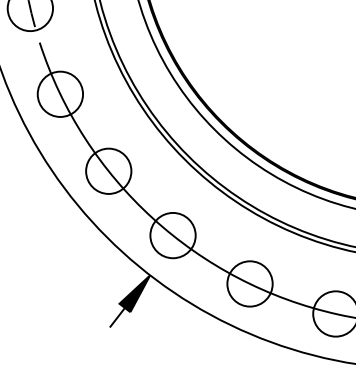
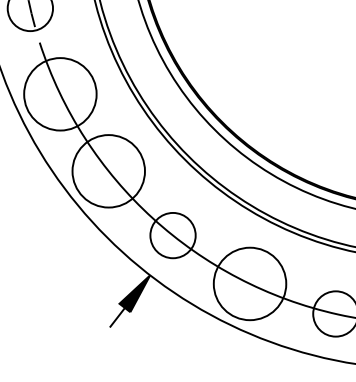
circle at (60, 93) diameter: 45 px -> 72 px
circle at (108, 170) diameter: 45 px -> 72 px
circle at (249, 283) diameter: 45 px -> 72 px
